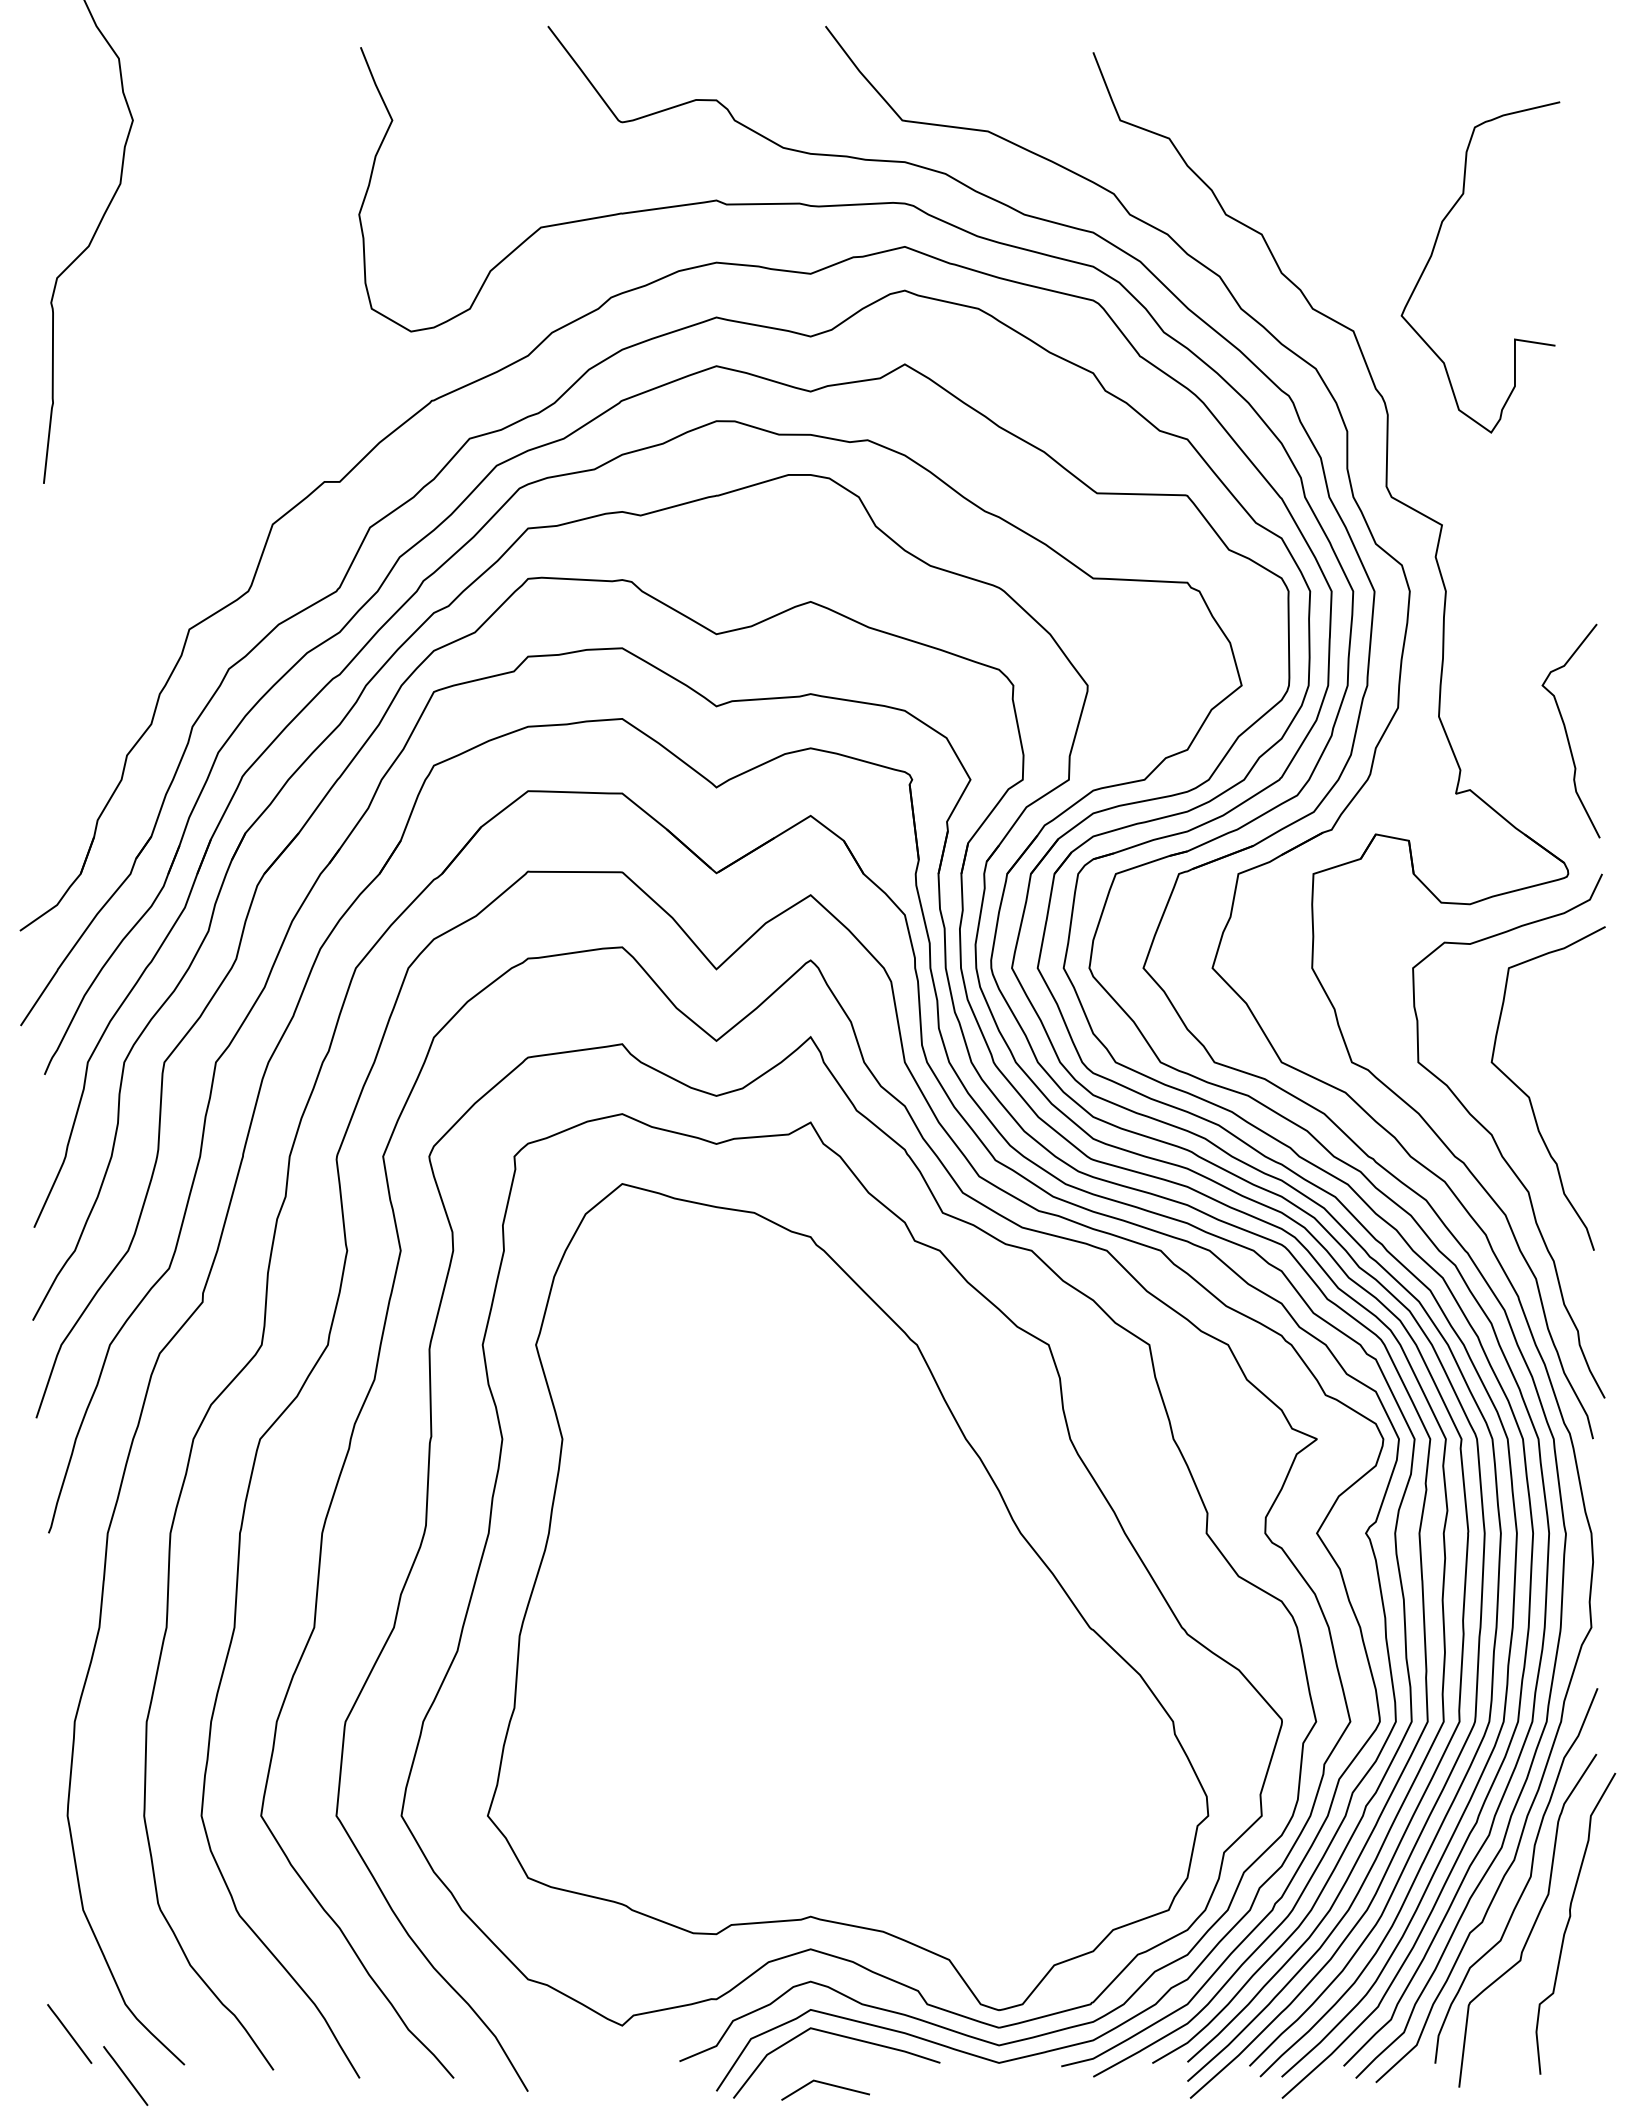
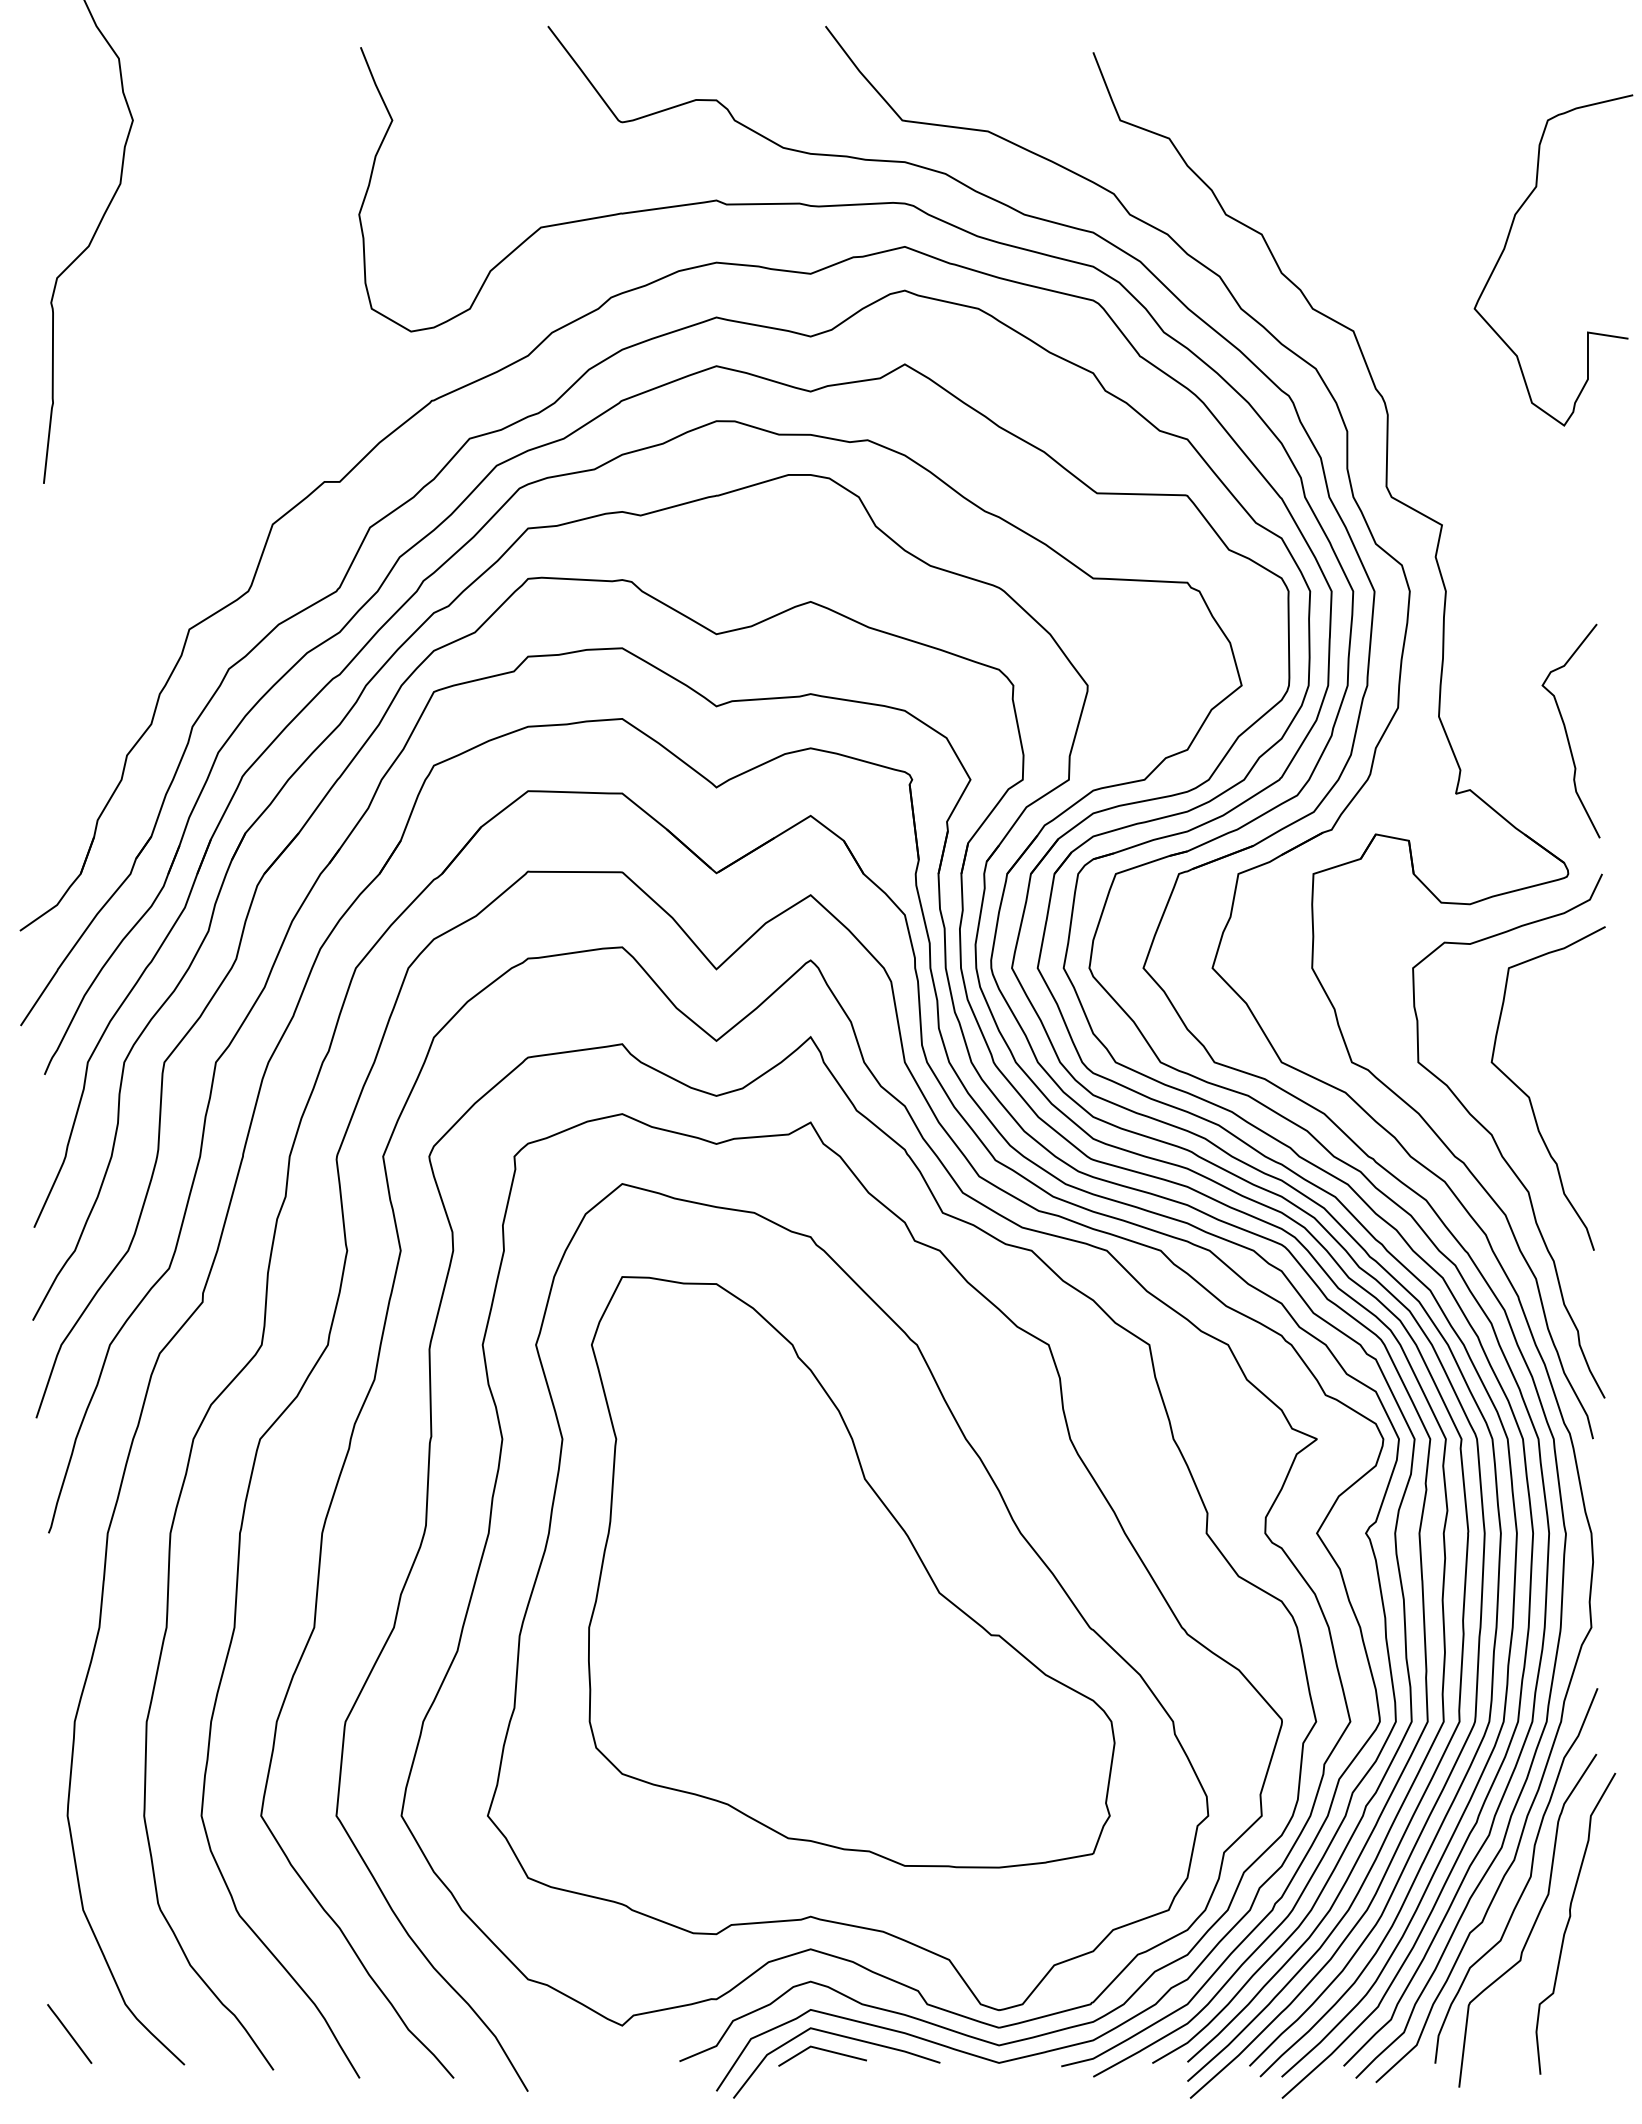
curve at (1433, 252) position: (1433, 252) -> (1506, 245)
part at (851, 1572): none -> present
line at (125, 2075): present -> none
line at (825, 2084) position: (825, 2084) -> (822, 2050)
